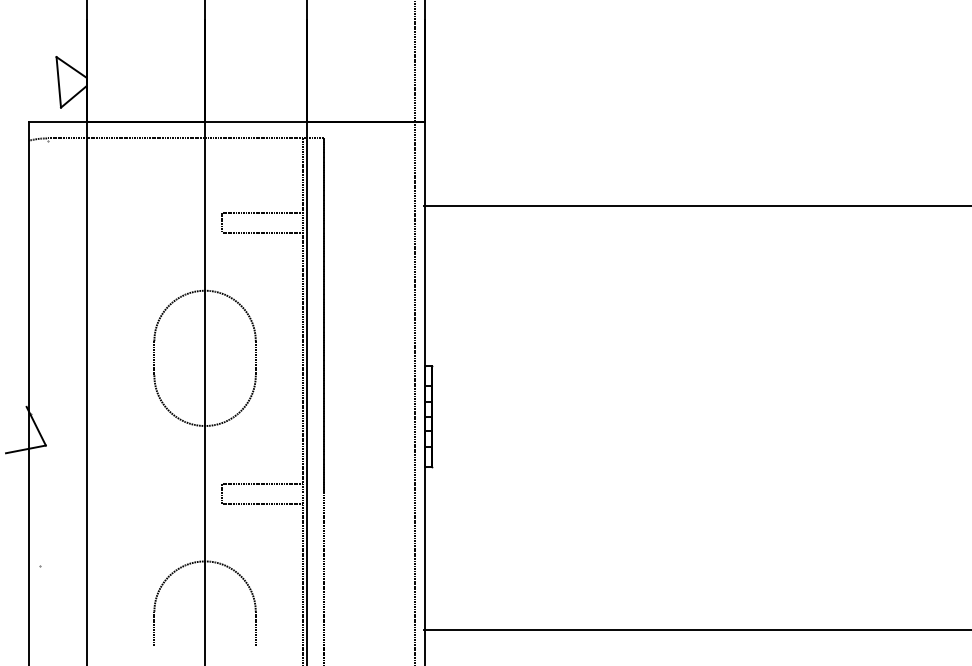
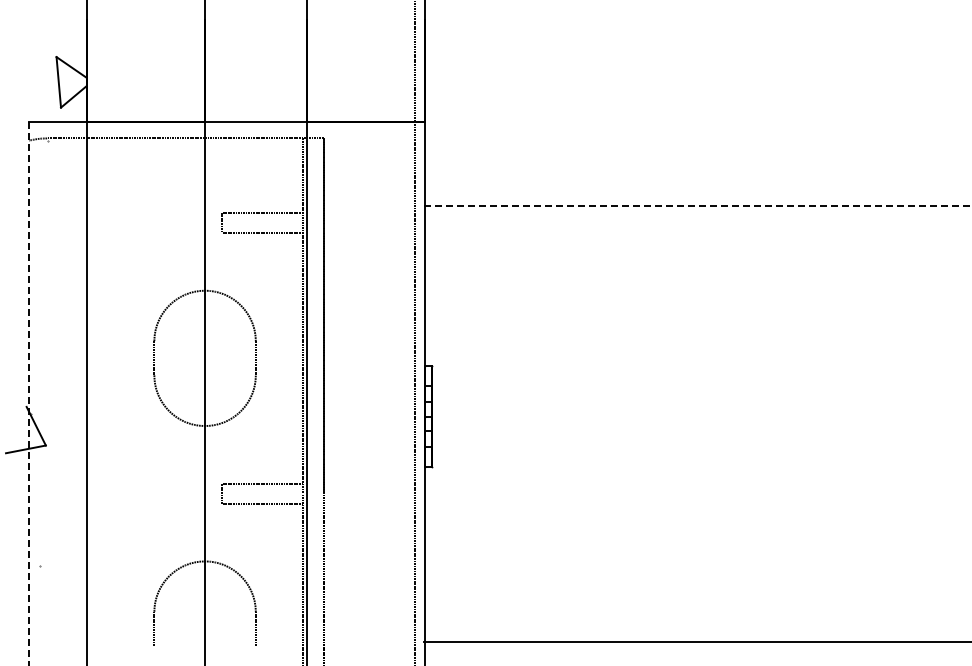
line at (697, 205): solid -> dashed
line at (29, 393): solid -> dashed
line at (696, 630) position: (696, 630) -> (696, 642)
